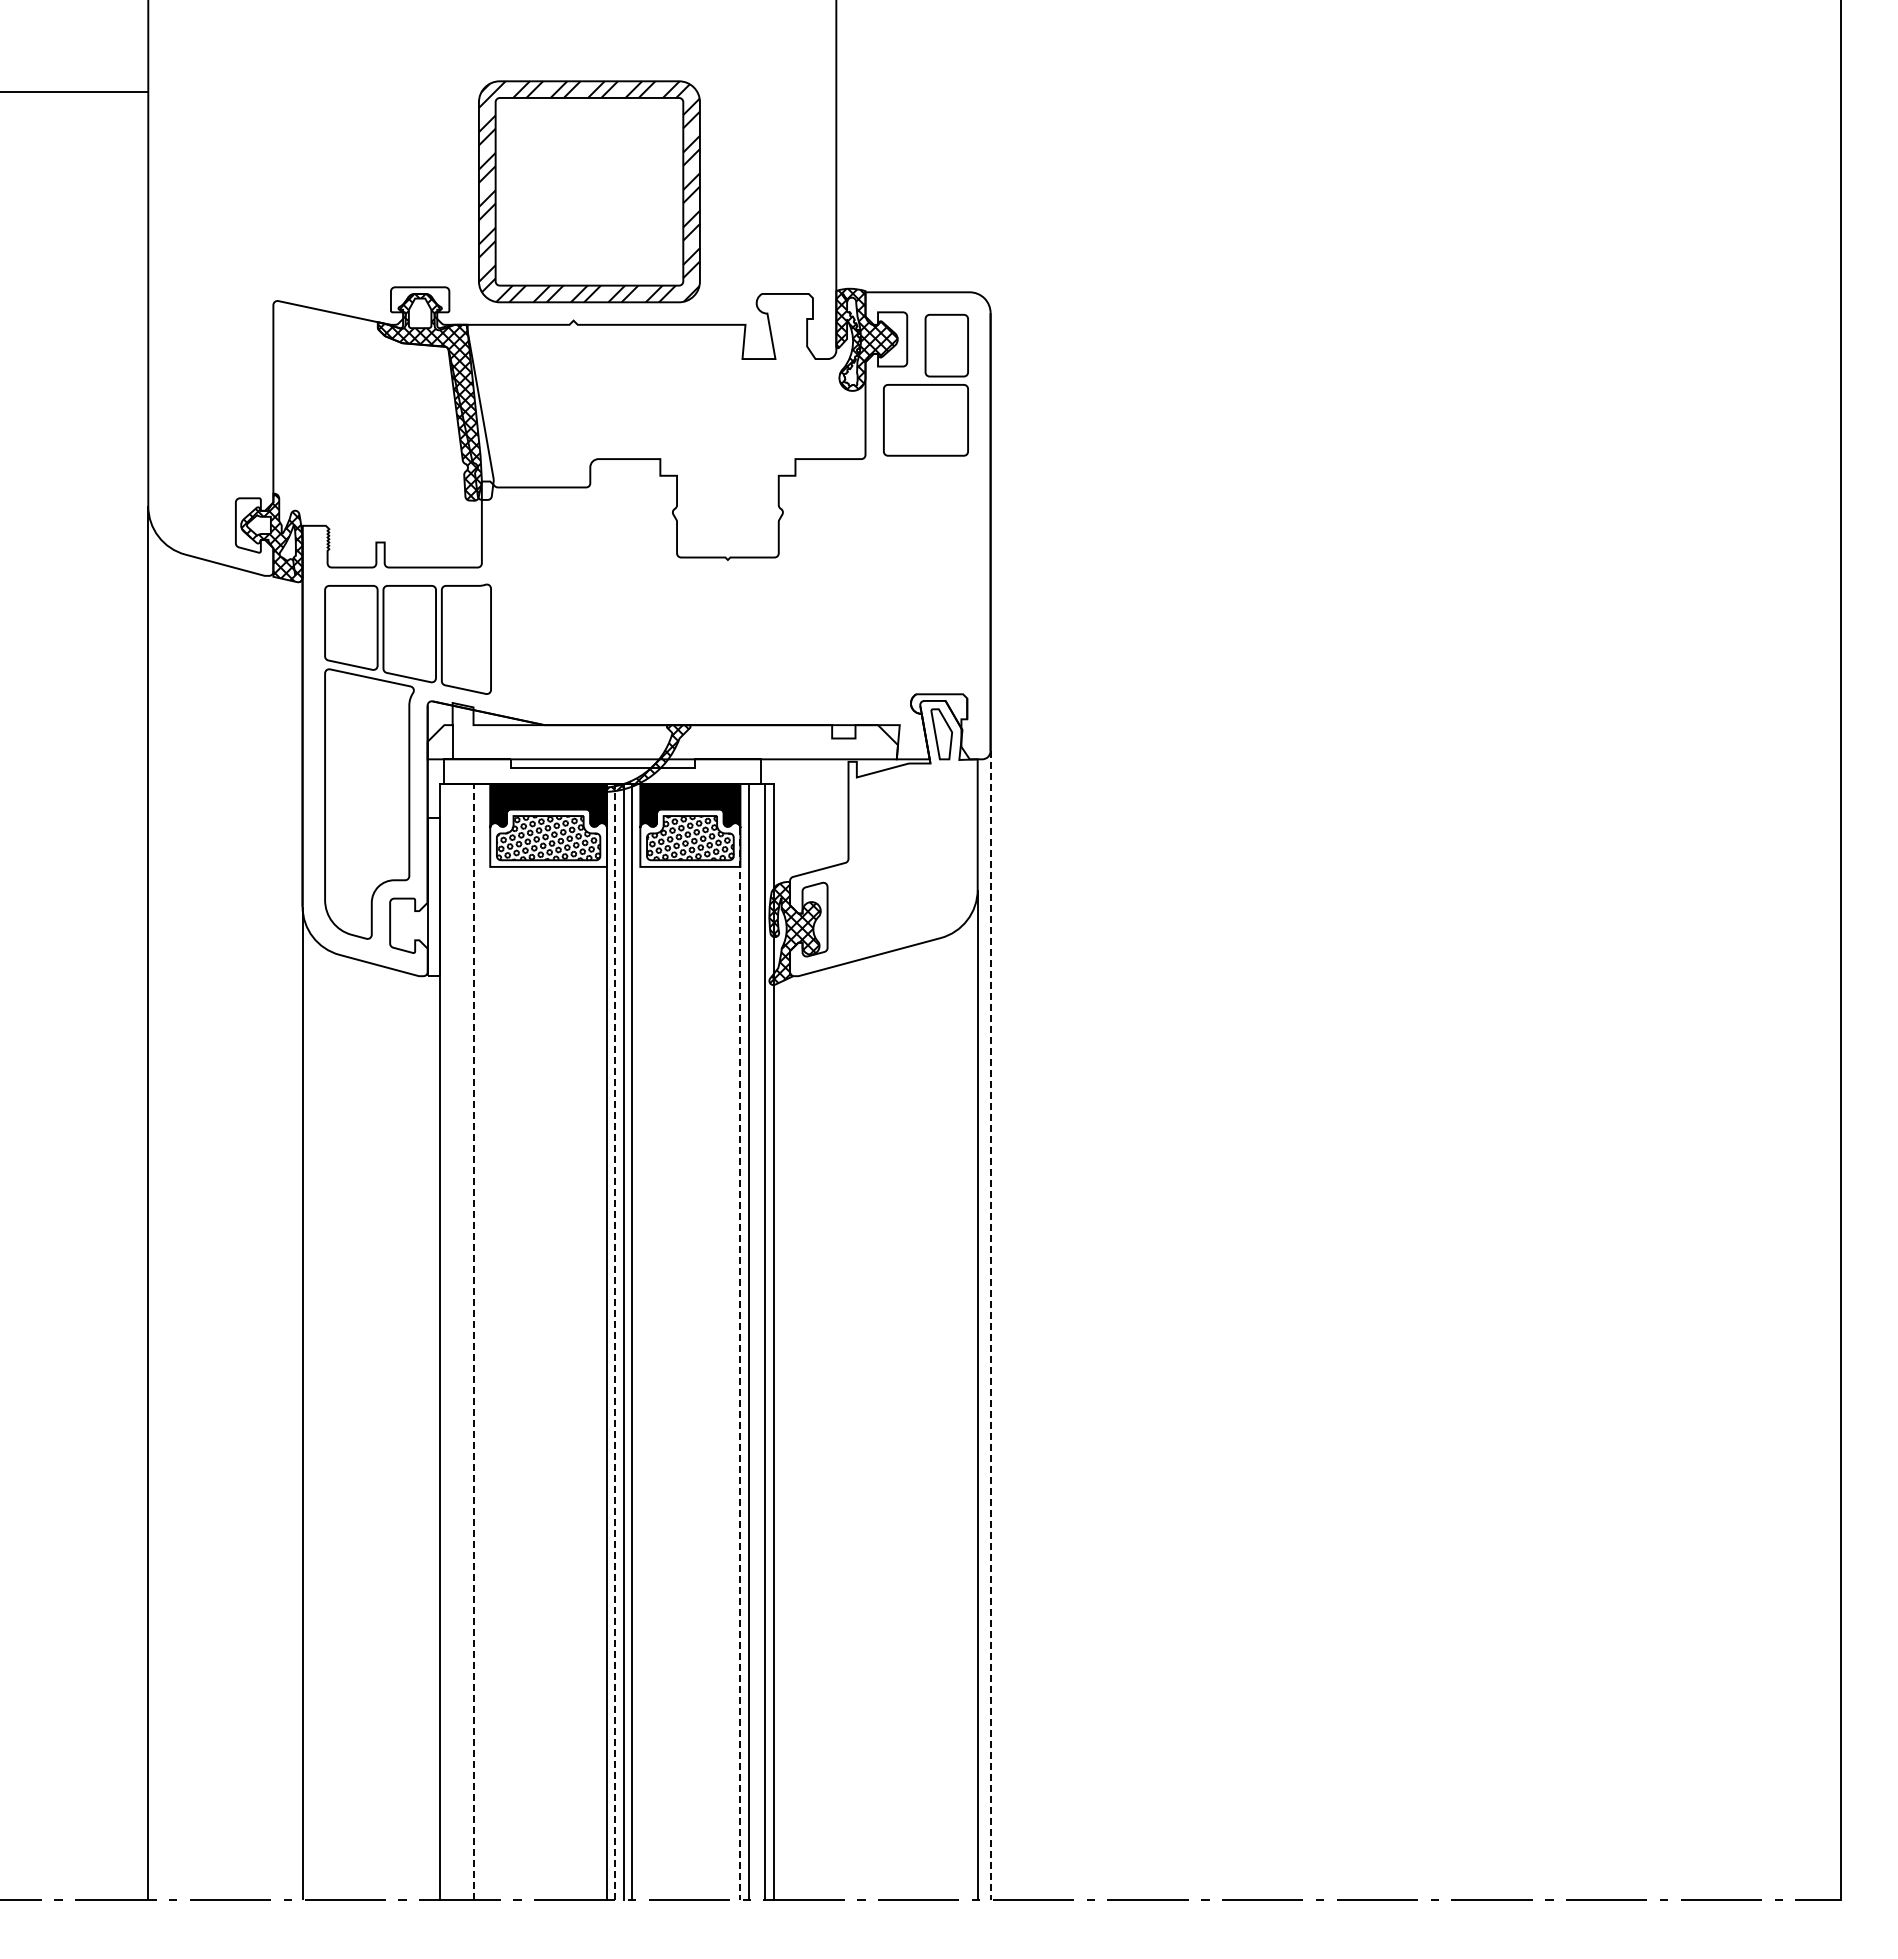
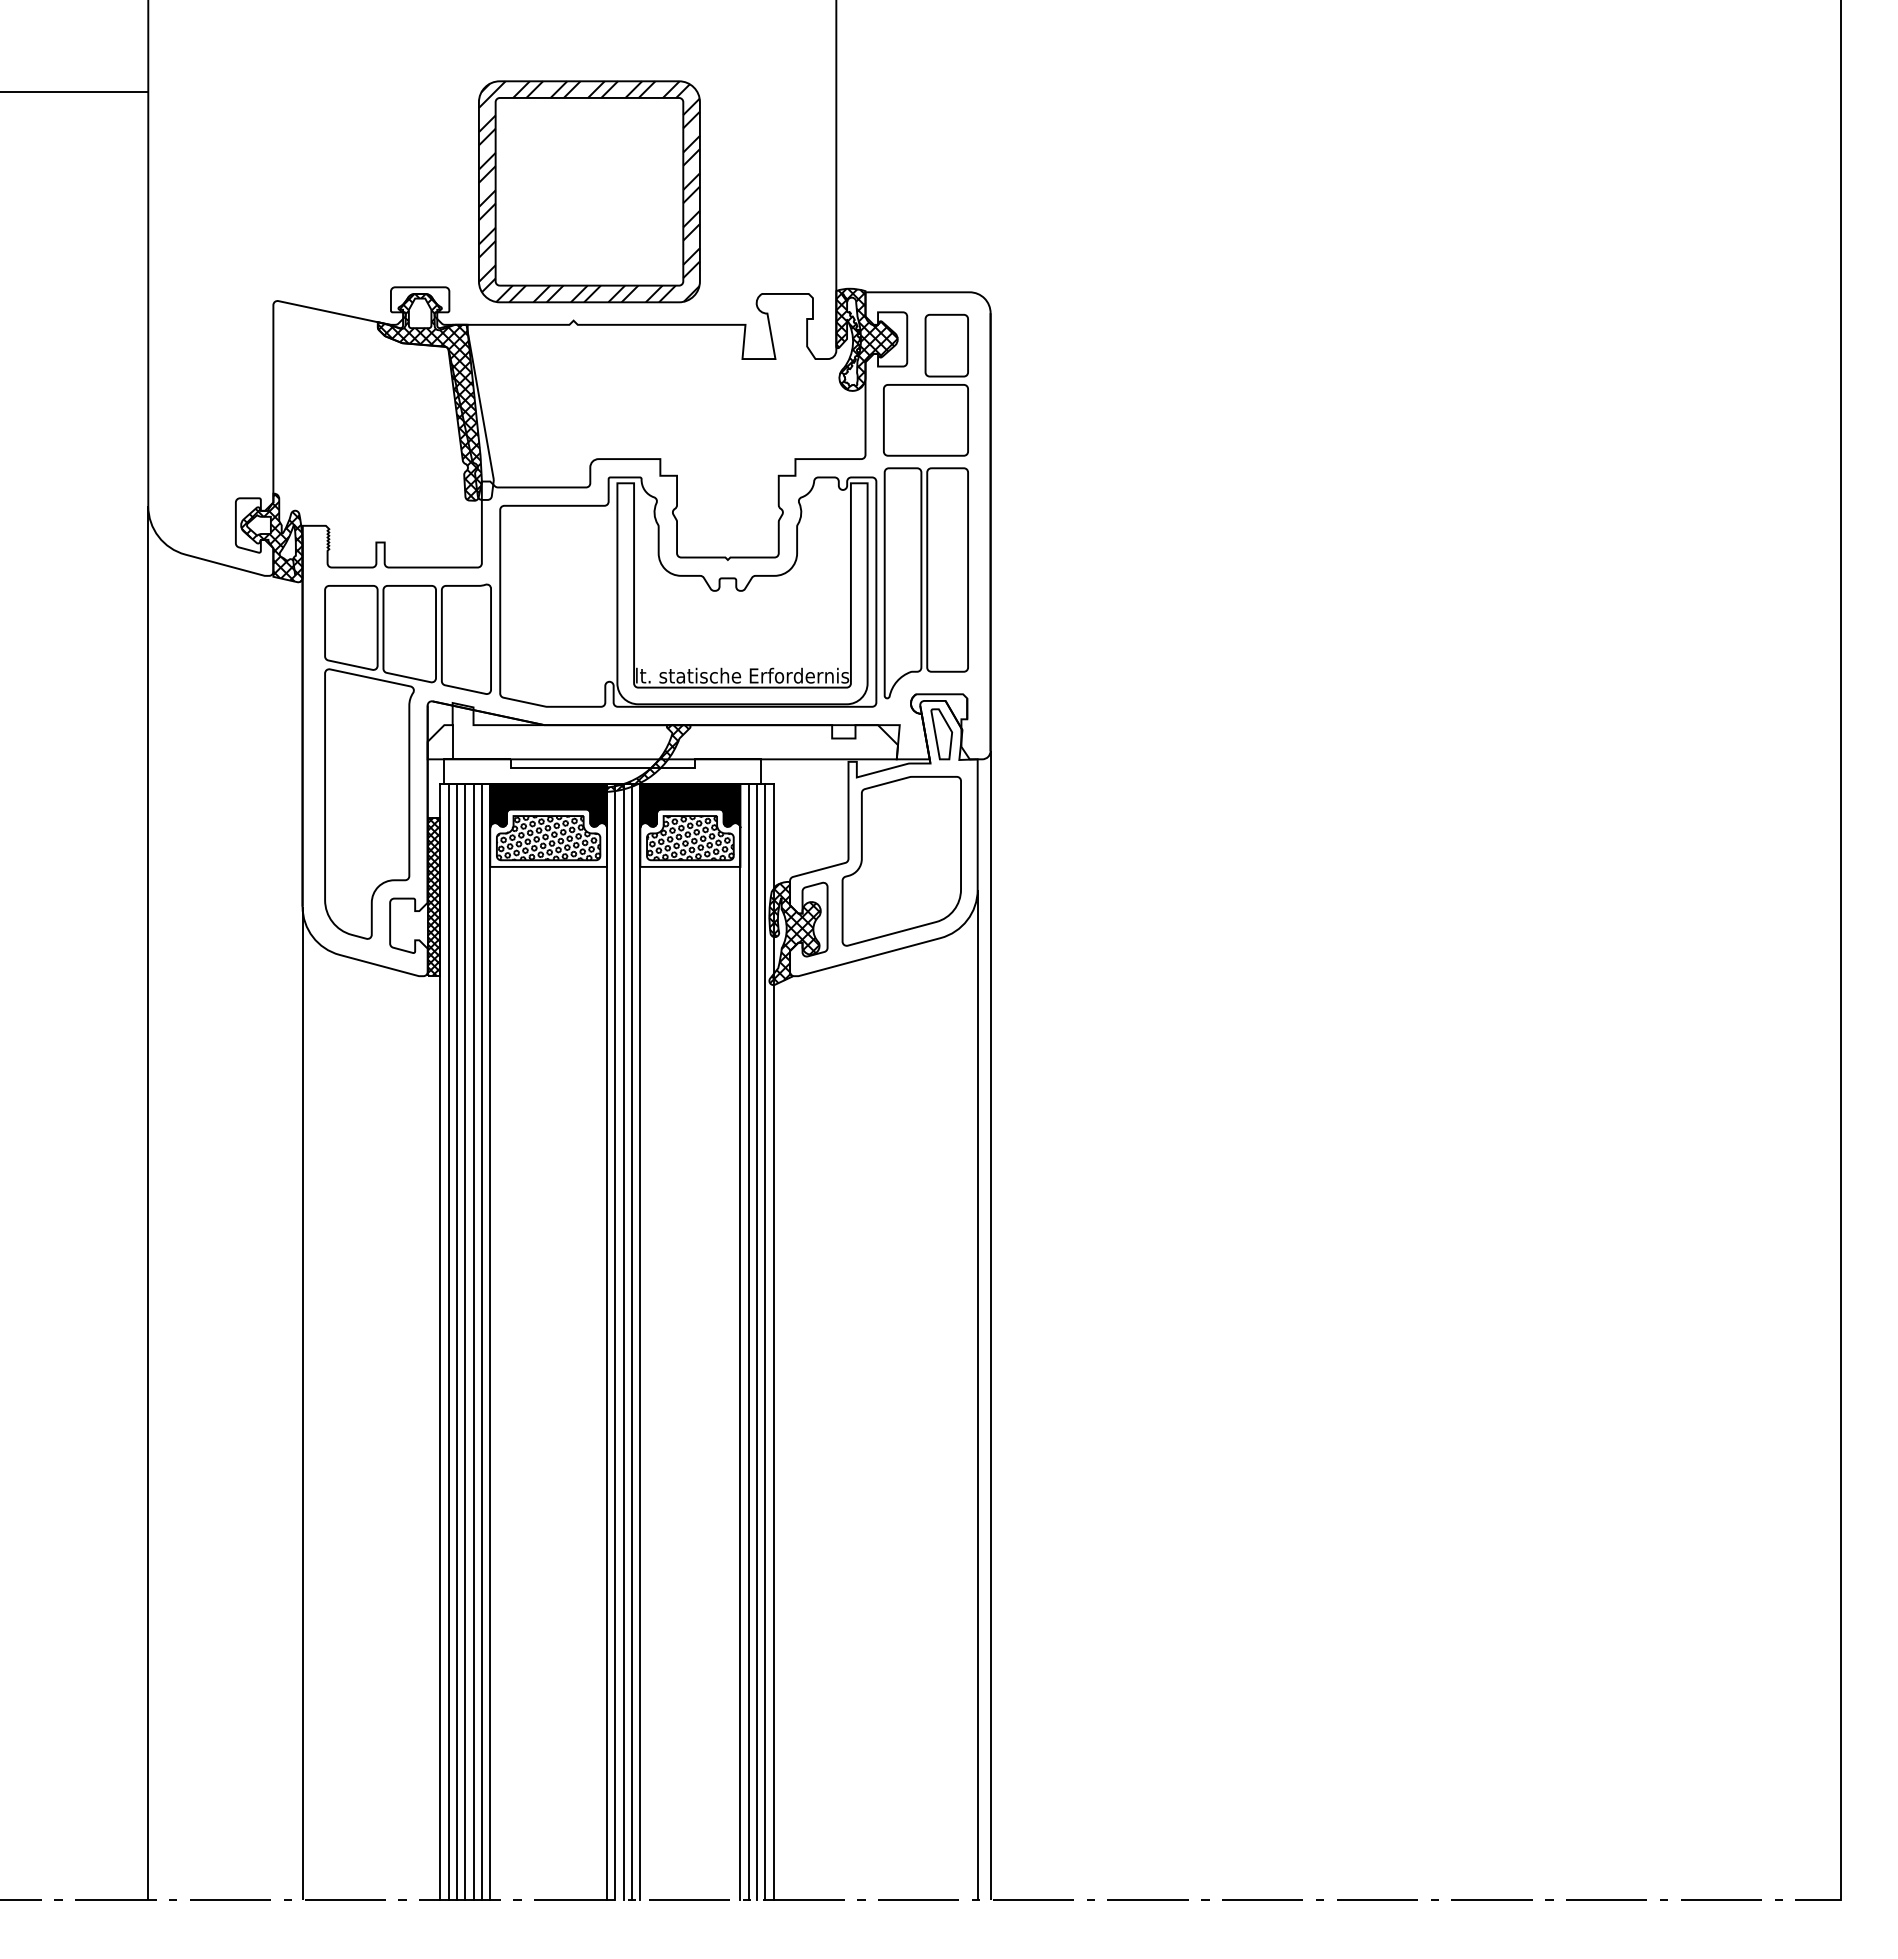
part at (733, 587): none -> present
part at (901, 861): none -> present
hatch at (433, 896): none -> present
line at (990, 1325): dashed -> solid
line at (448, 1342): none -> present
line at (456, 1342): none -> present
line at (465, 1342): none -> present
line at (473, 1342): dashed -> solid
line at (481, 1342): none -> present
line at (490, 1342): none -> present
line at (615, 1342): dashed -> solid
line at (640, 1342): none -> present
line at (740, 1342): dashed -> solid
line at (757, 1342): none -> present
